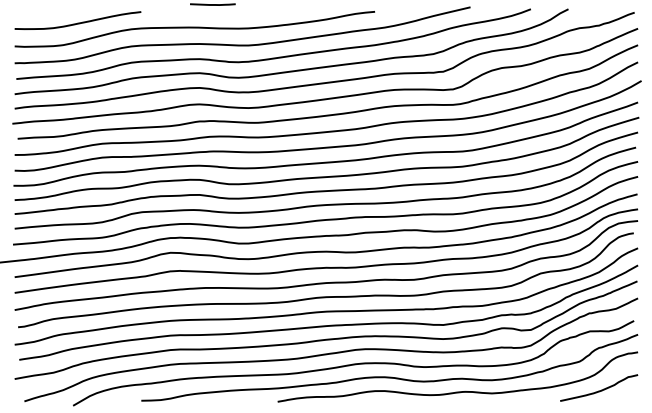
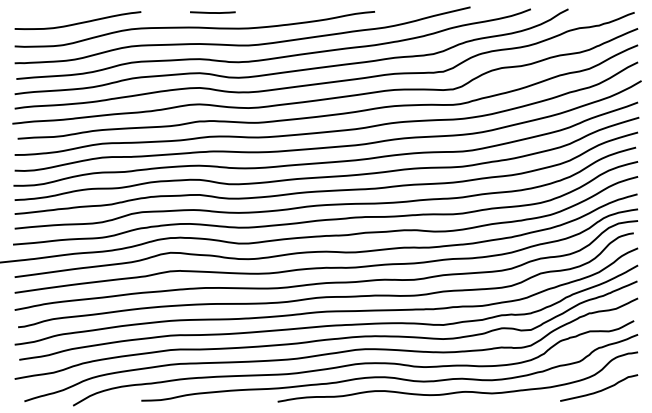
line at (212, 4) position: (212, 4) -> (212, 12)
